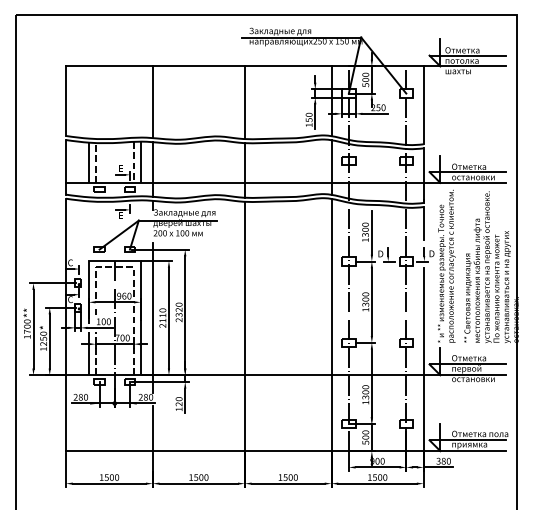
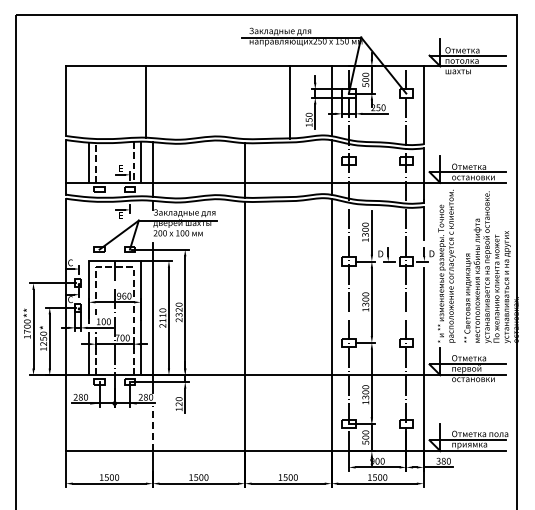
line at (152, 102) position: (152, 102) -> (145, 102)
line at (244, 102) position: (244, 102) -> (289, 102)
line at (152, 428): solid -> dashed
